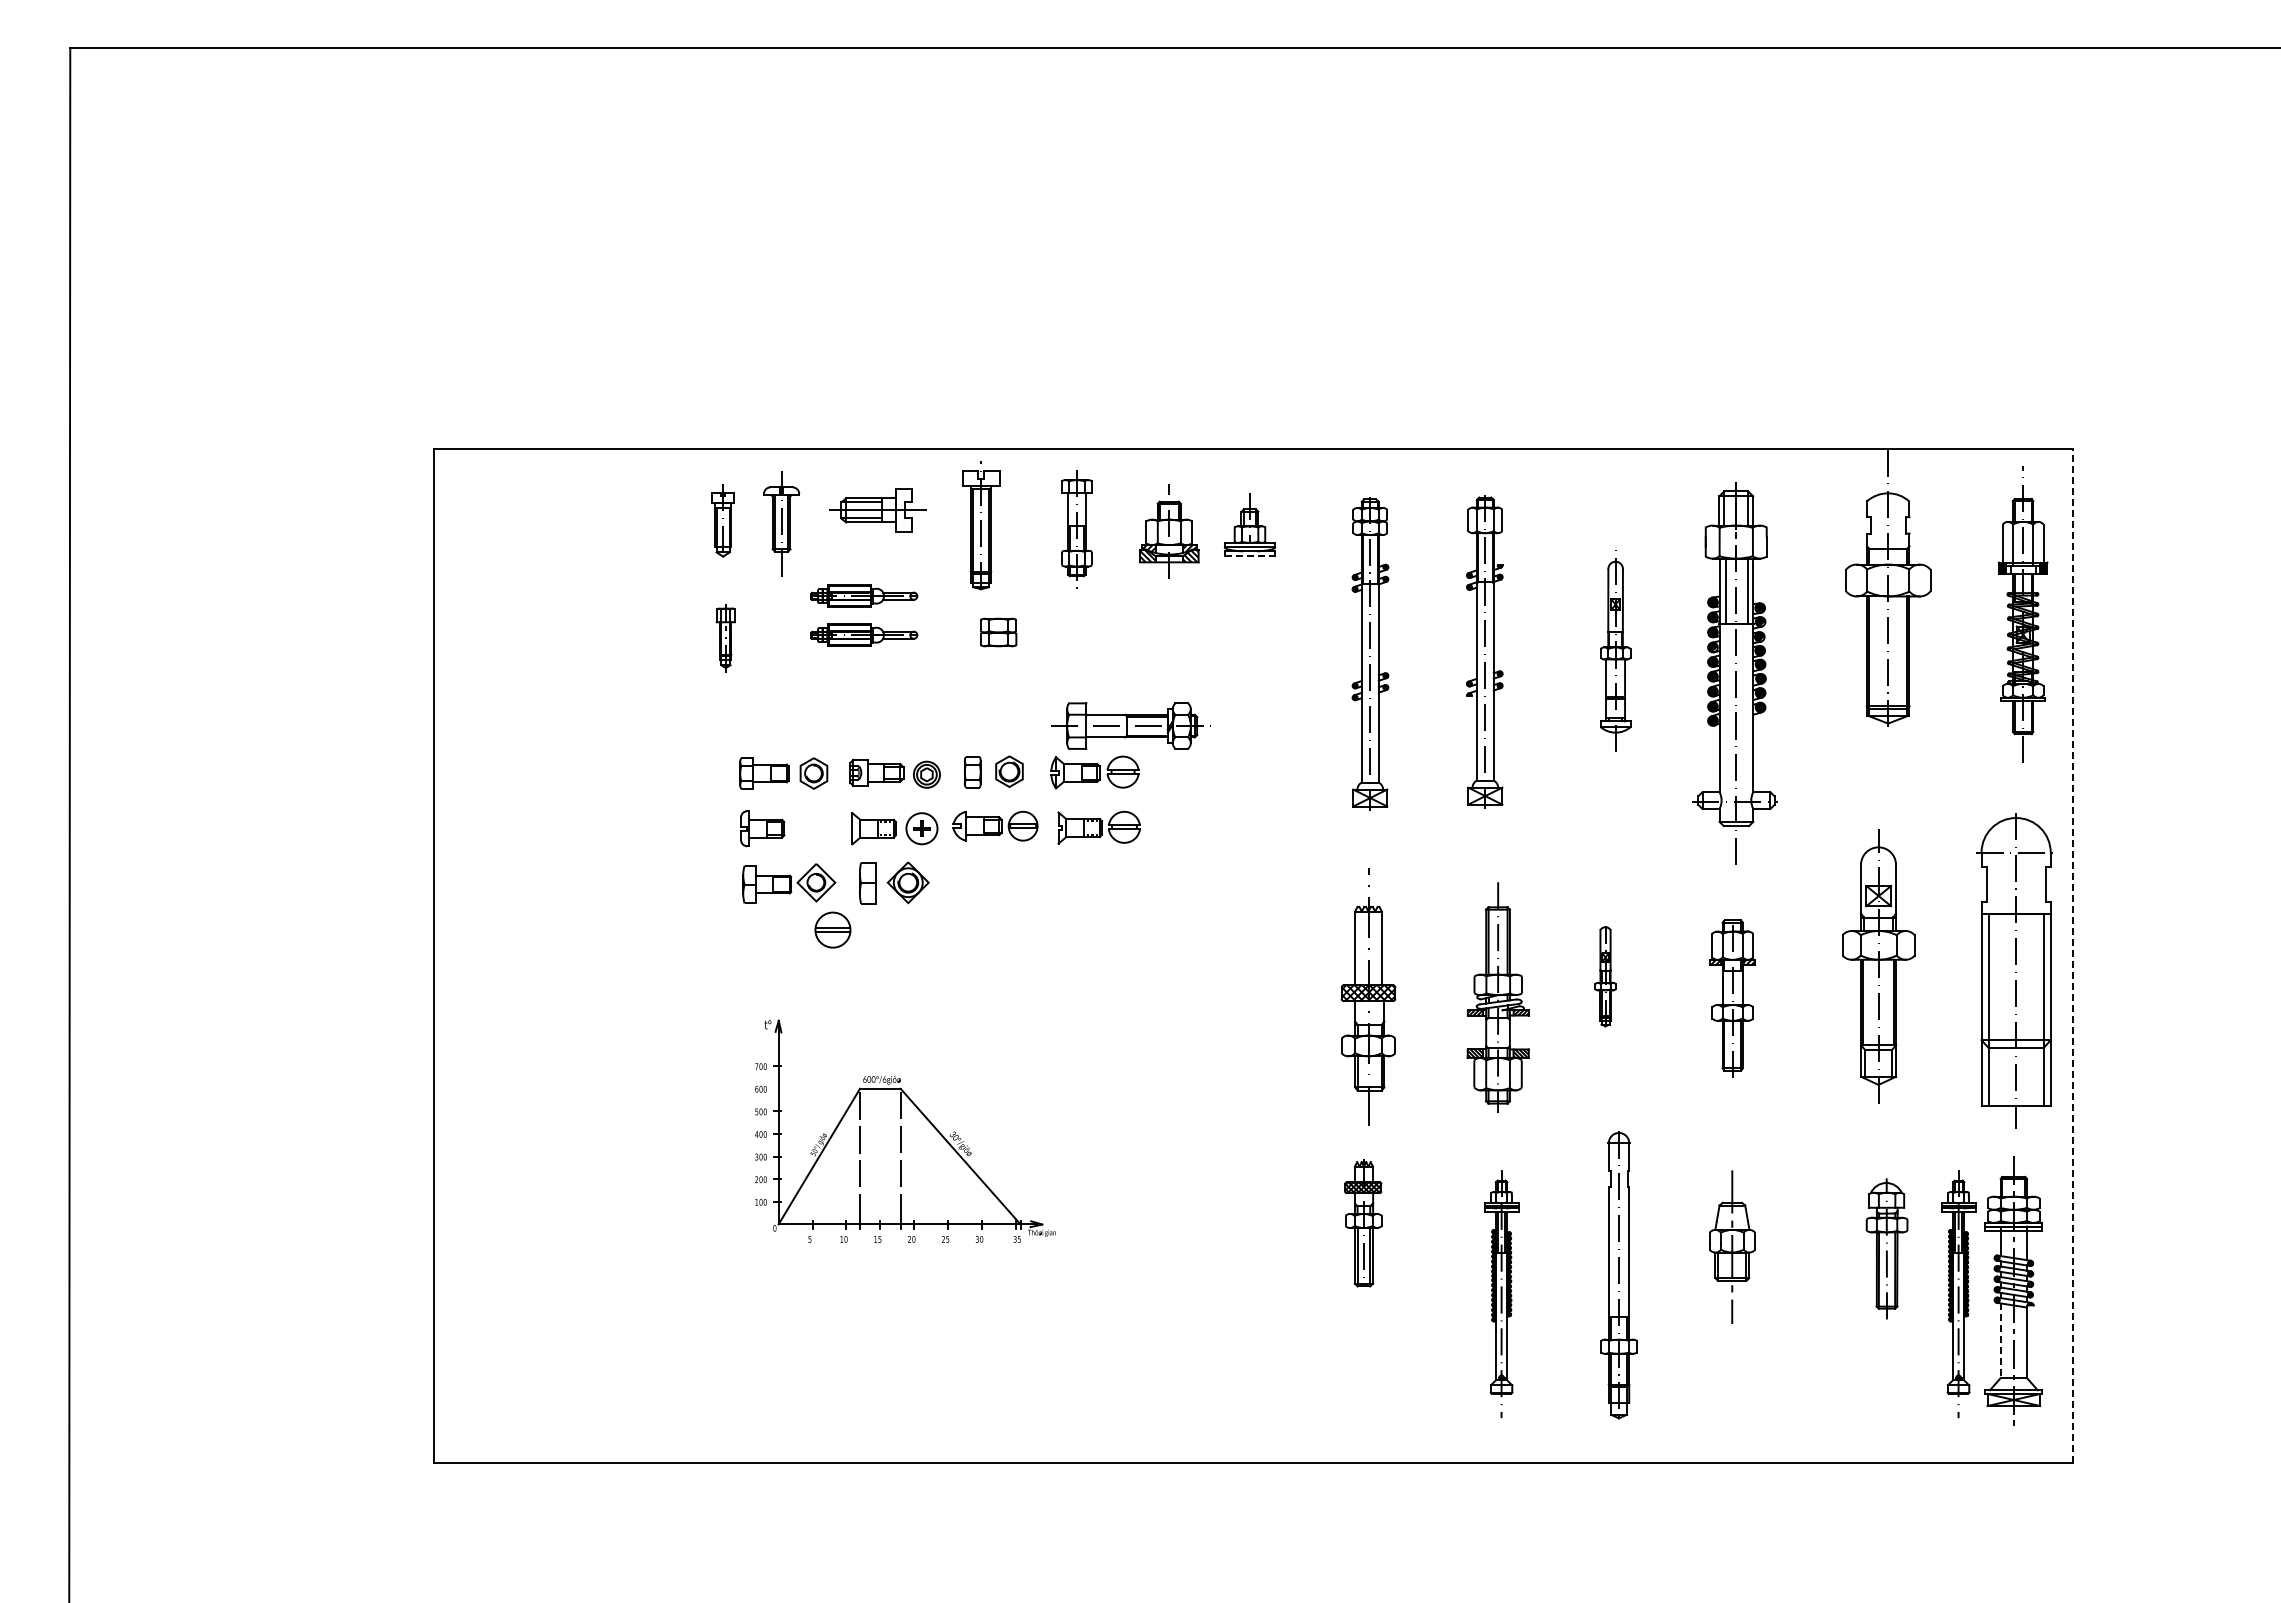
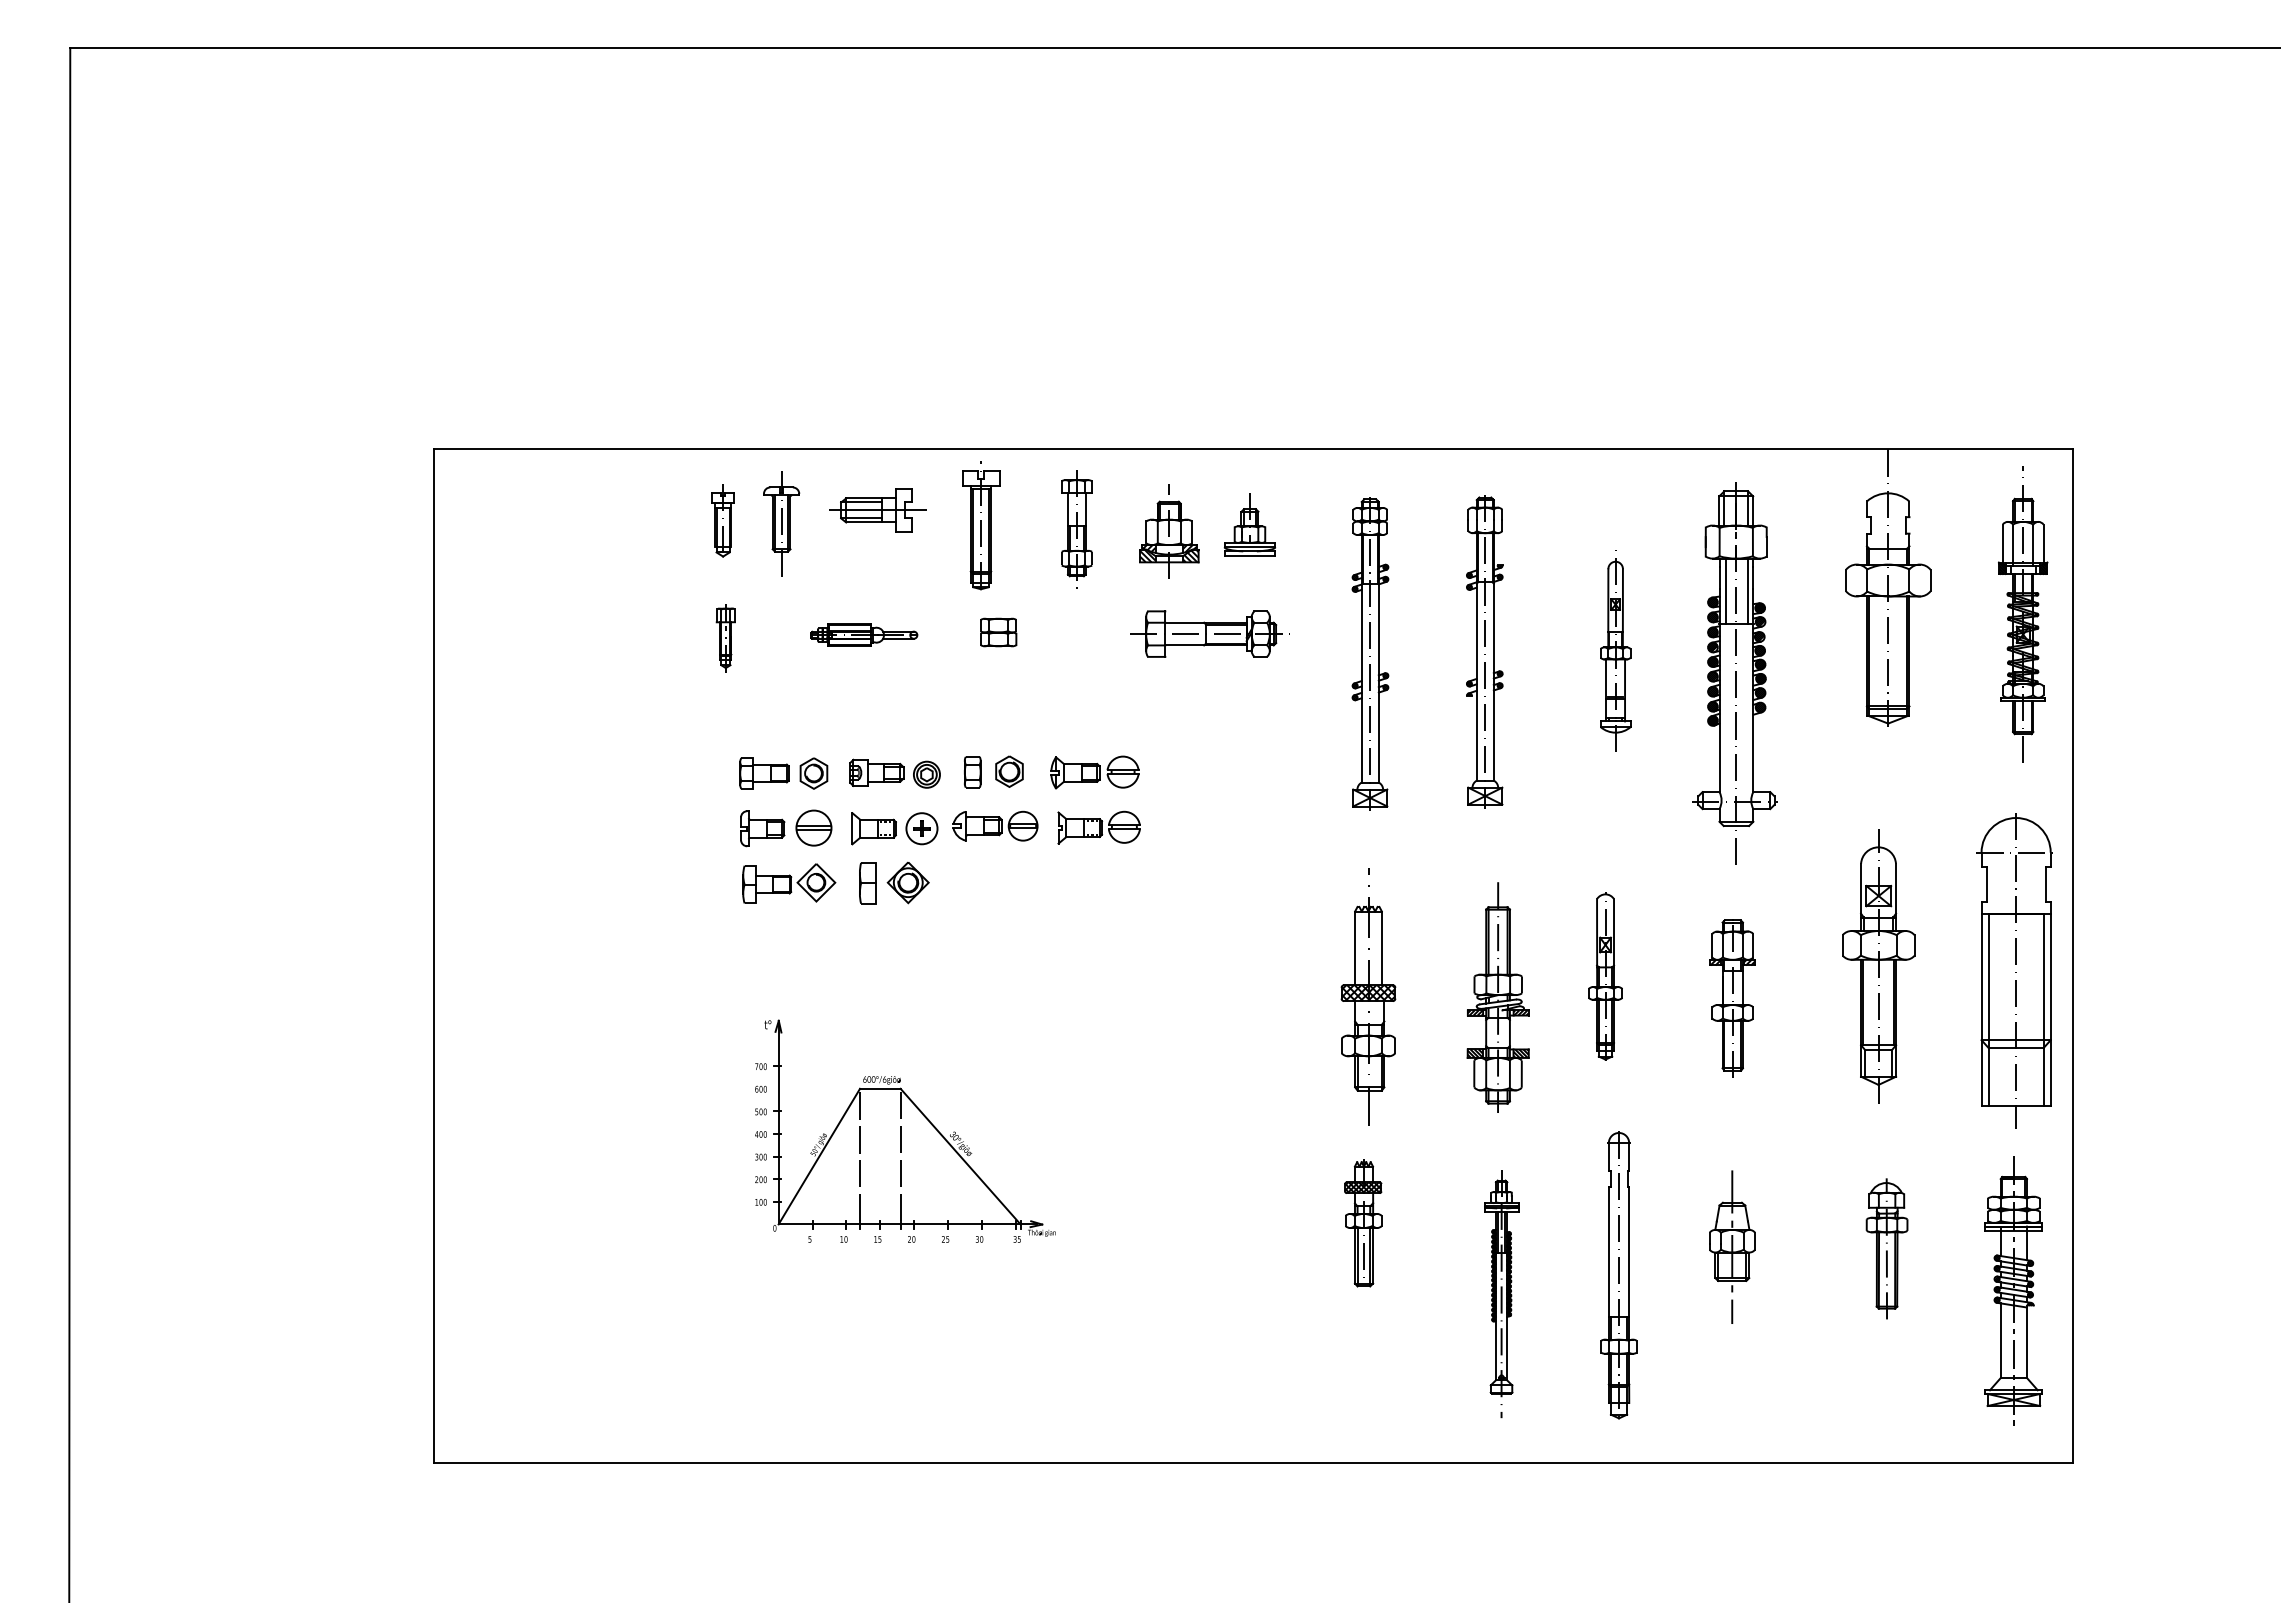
line at (1250, 556): dashed -> solid
part at (864, 595): present -> none
part at (1130, 725) position: (1130, 725) -> (1209, 633)
part at (832, 929) position: (832, 929) -> (813, 827)
line at (2073, 955): dashed -> solid
part at (1605, 976) size: 23x102 px -> 35x169 px
part at (1958, 1294): present -> none
line at (2000, 1341): dashed -> solid
